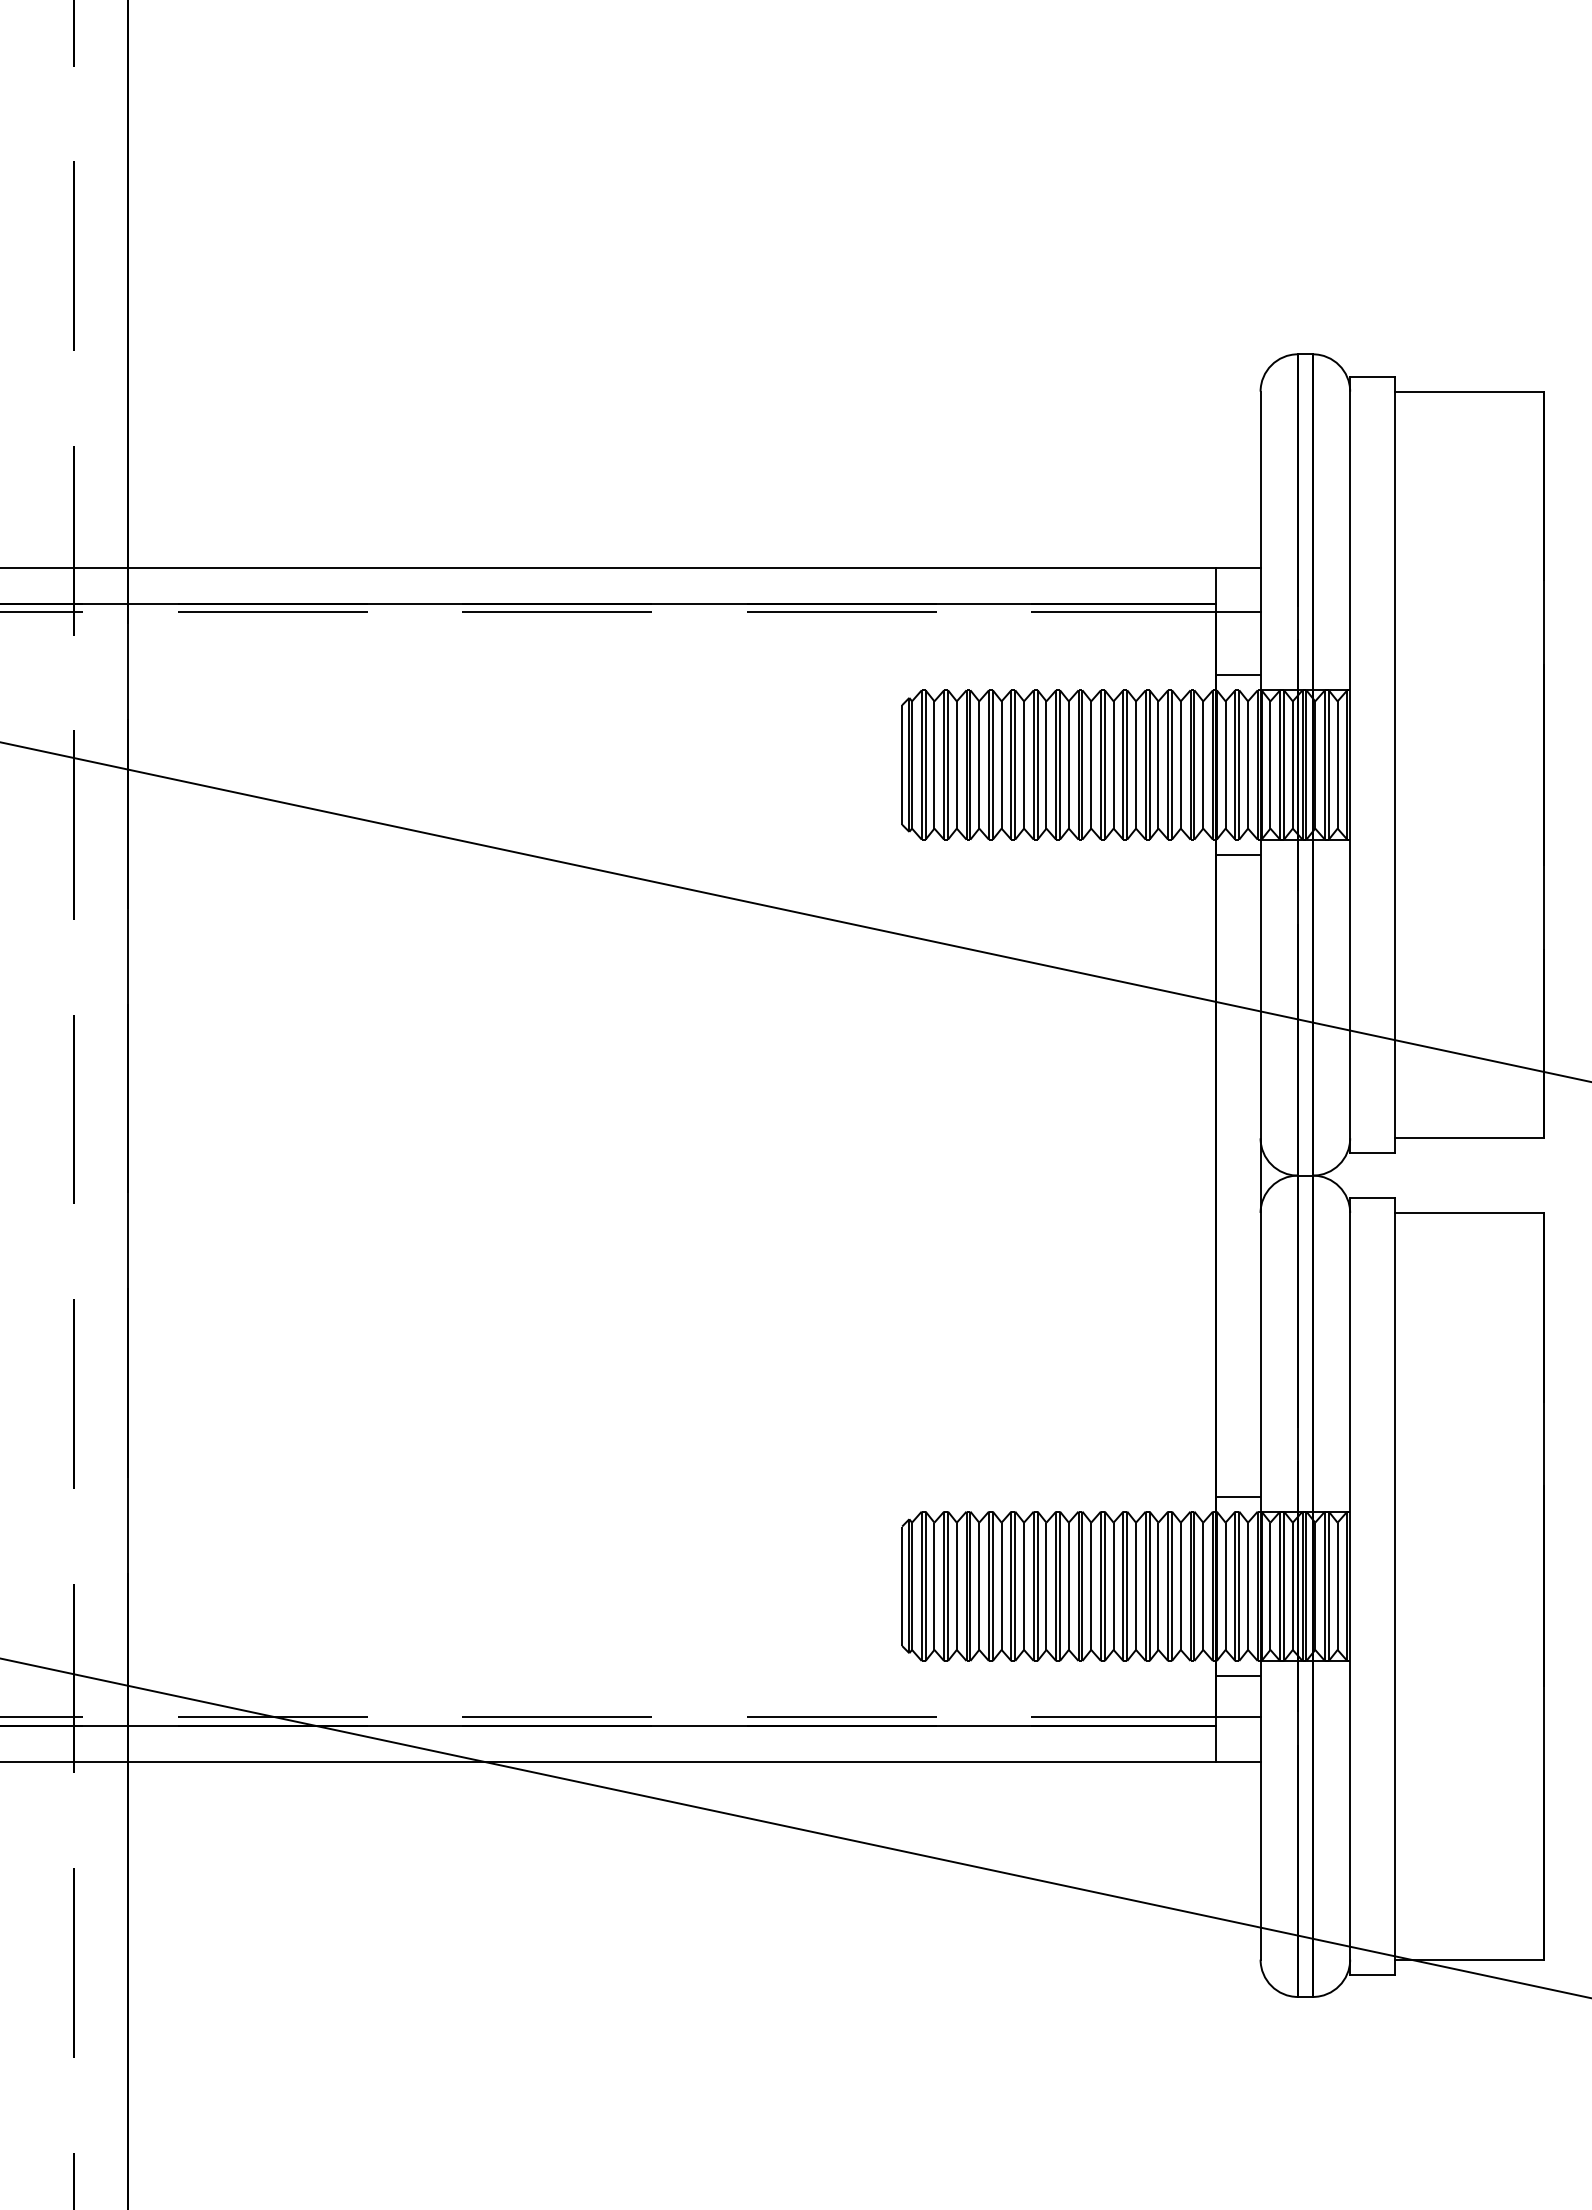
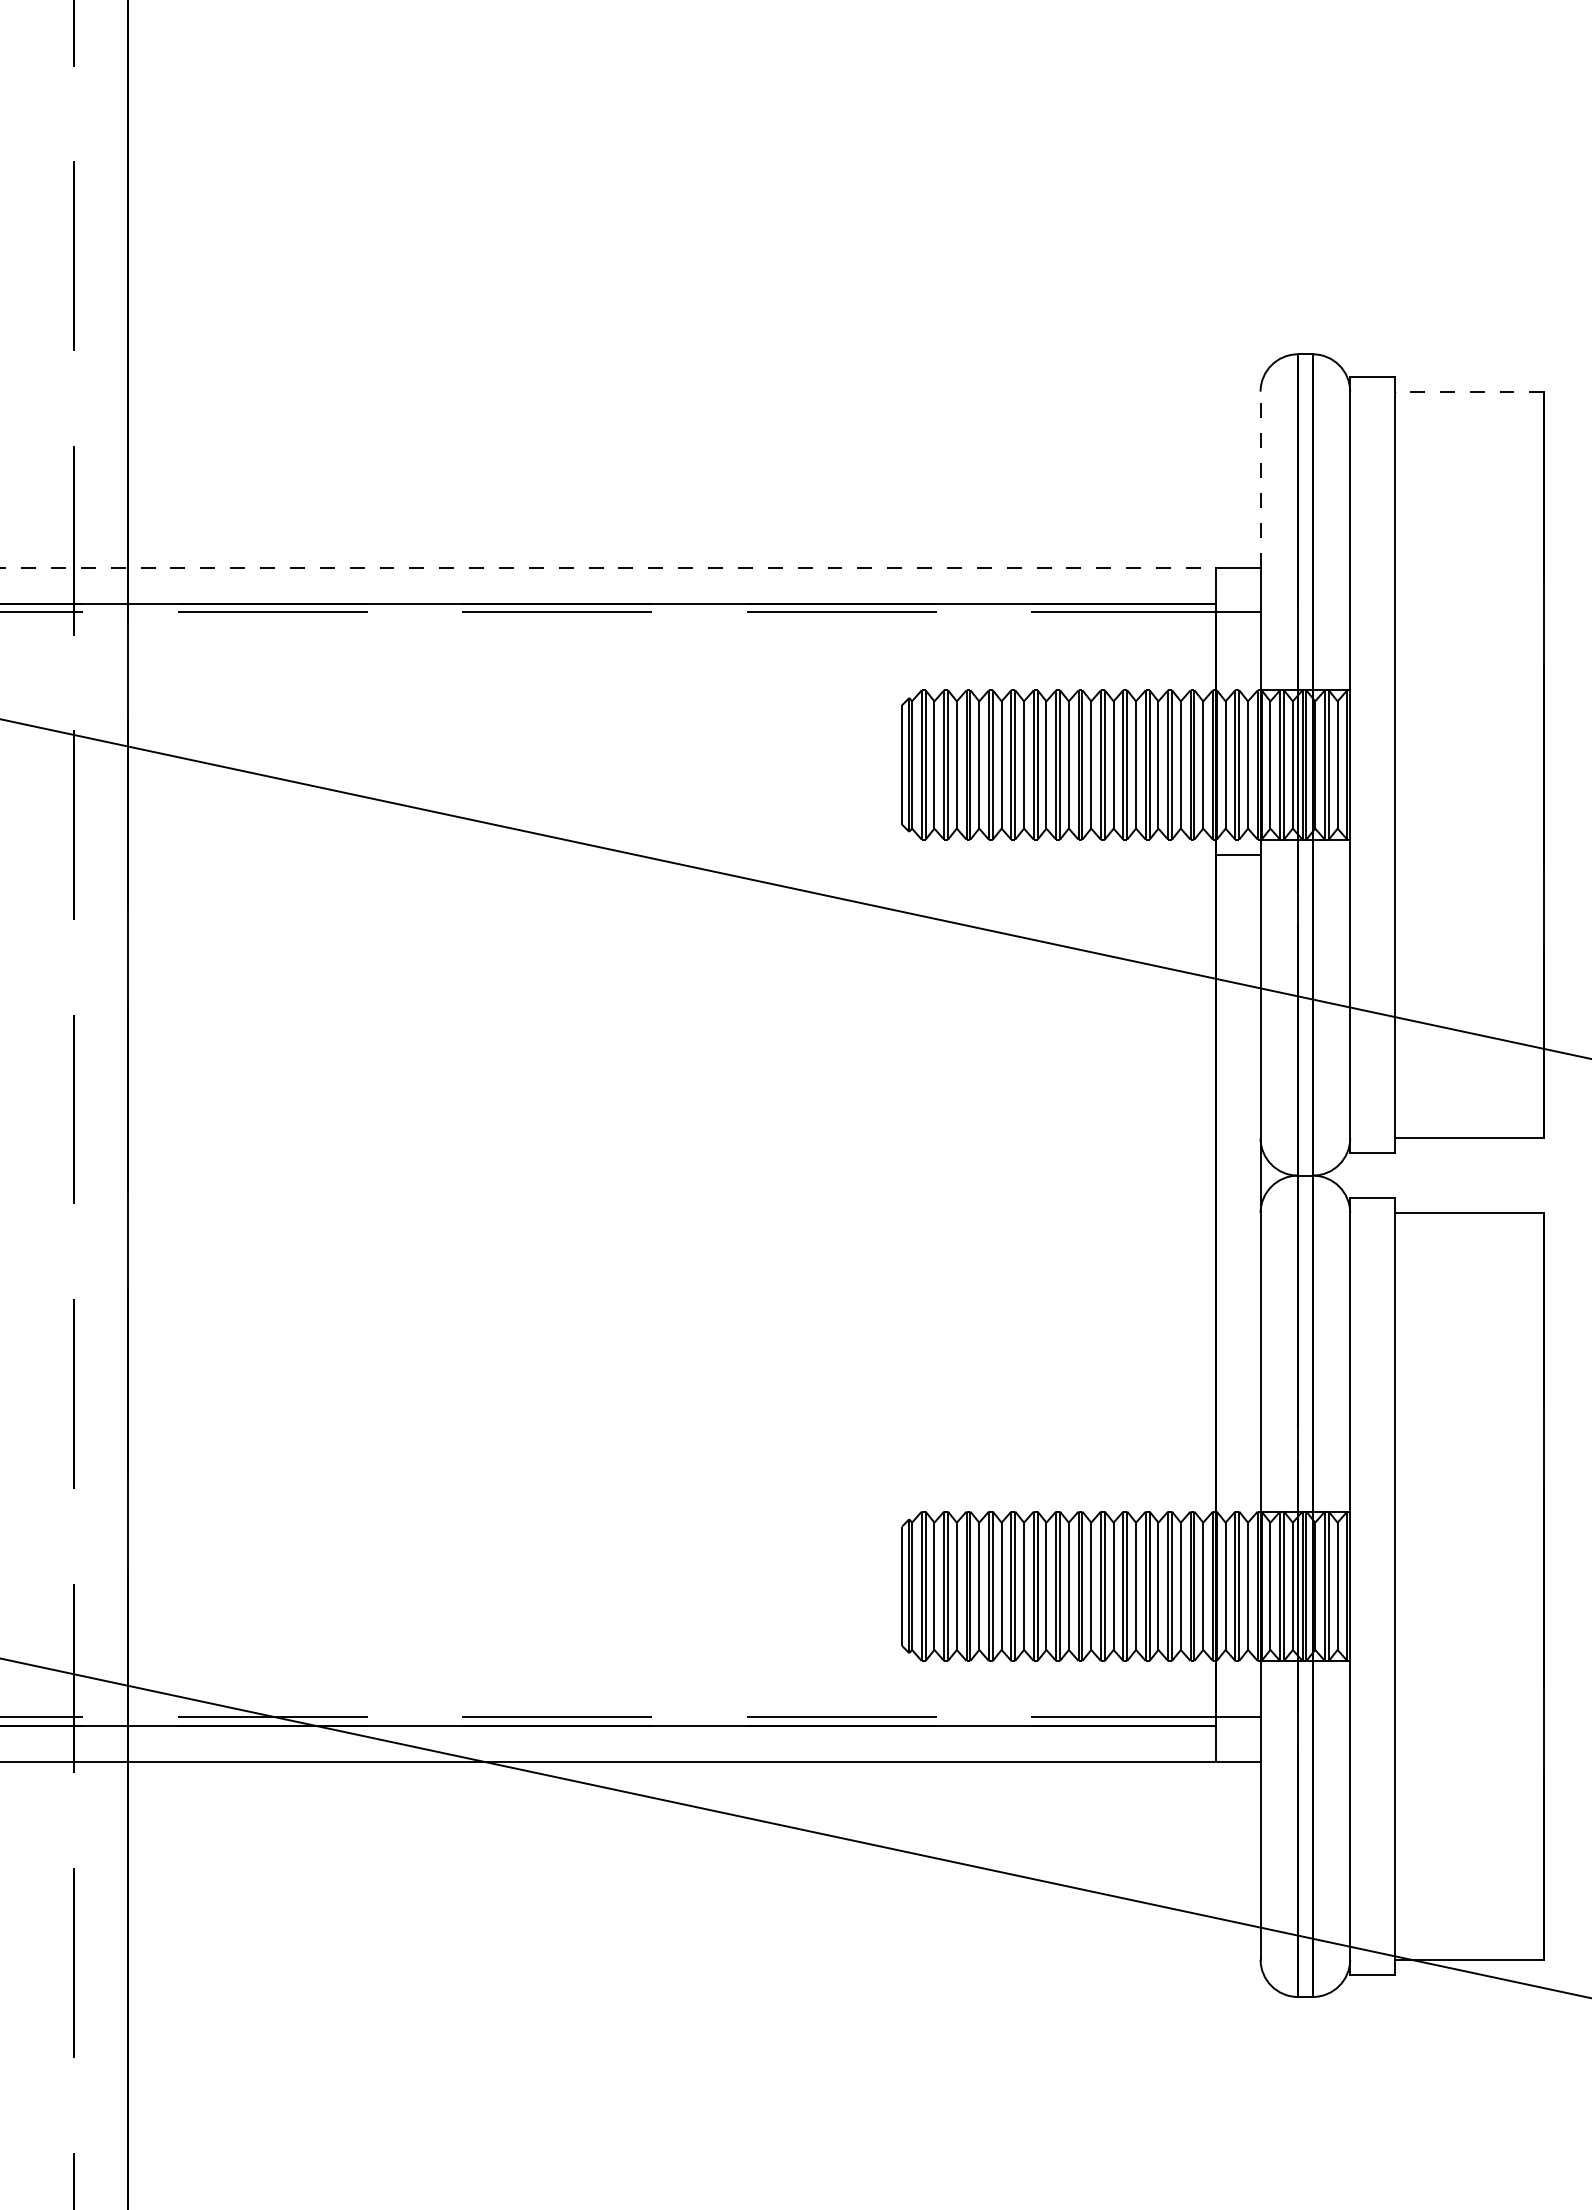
line at (1469, 391): solid -> dashed
line at (1260, 479): solid -> dashed
line at (608, 567): solid -> dashed
line at (1237, 675): present -> none
line at (795, 911) position: (795, 911) -> (795, 888)
line at (1237, 1496): present -> none
line at (1237, 1675): present -> none
